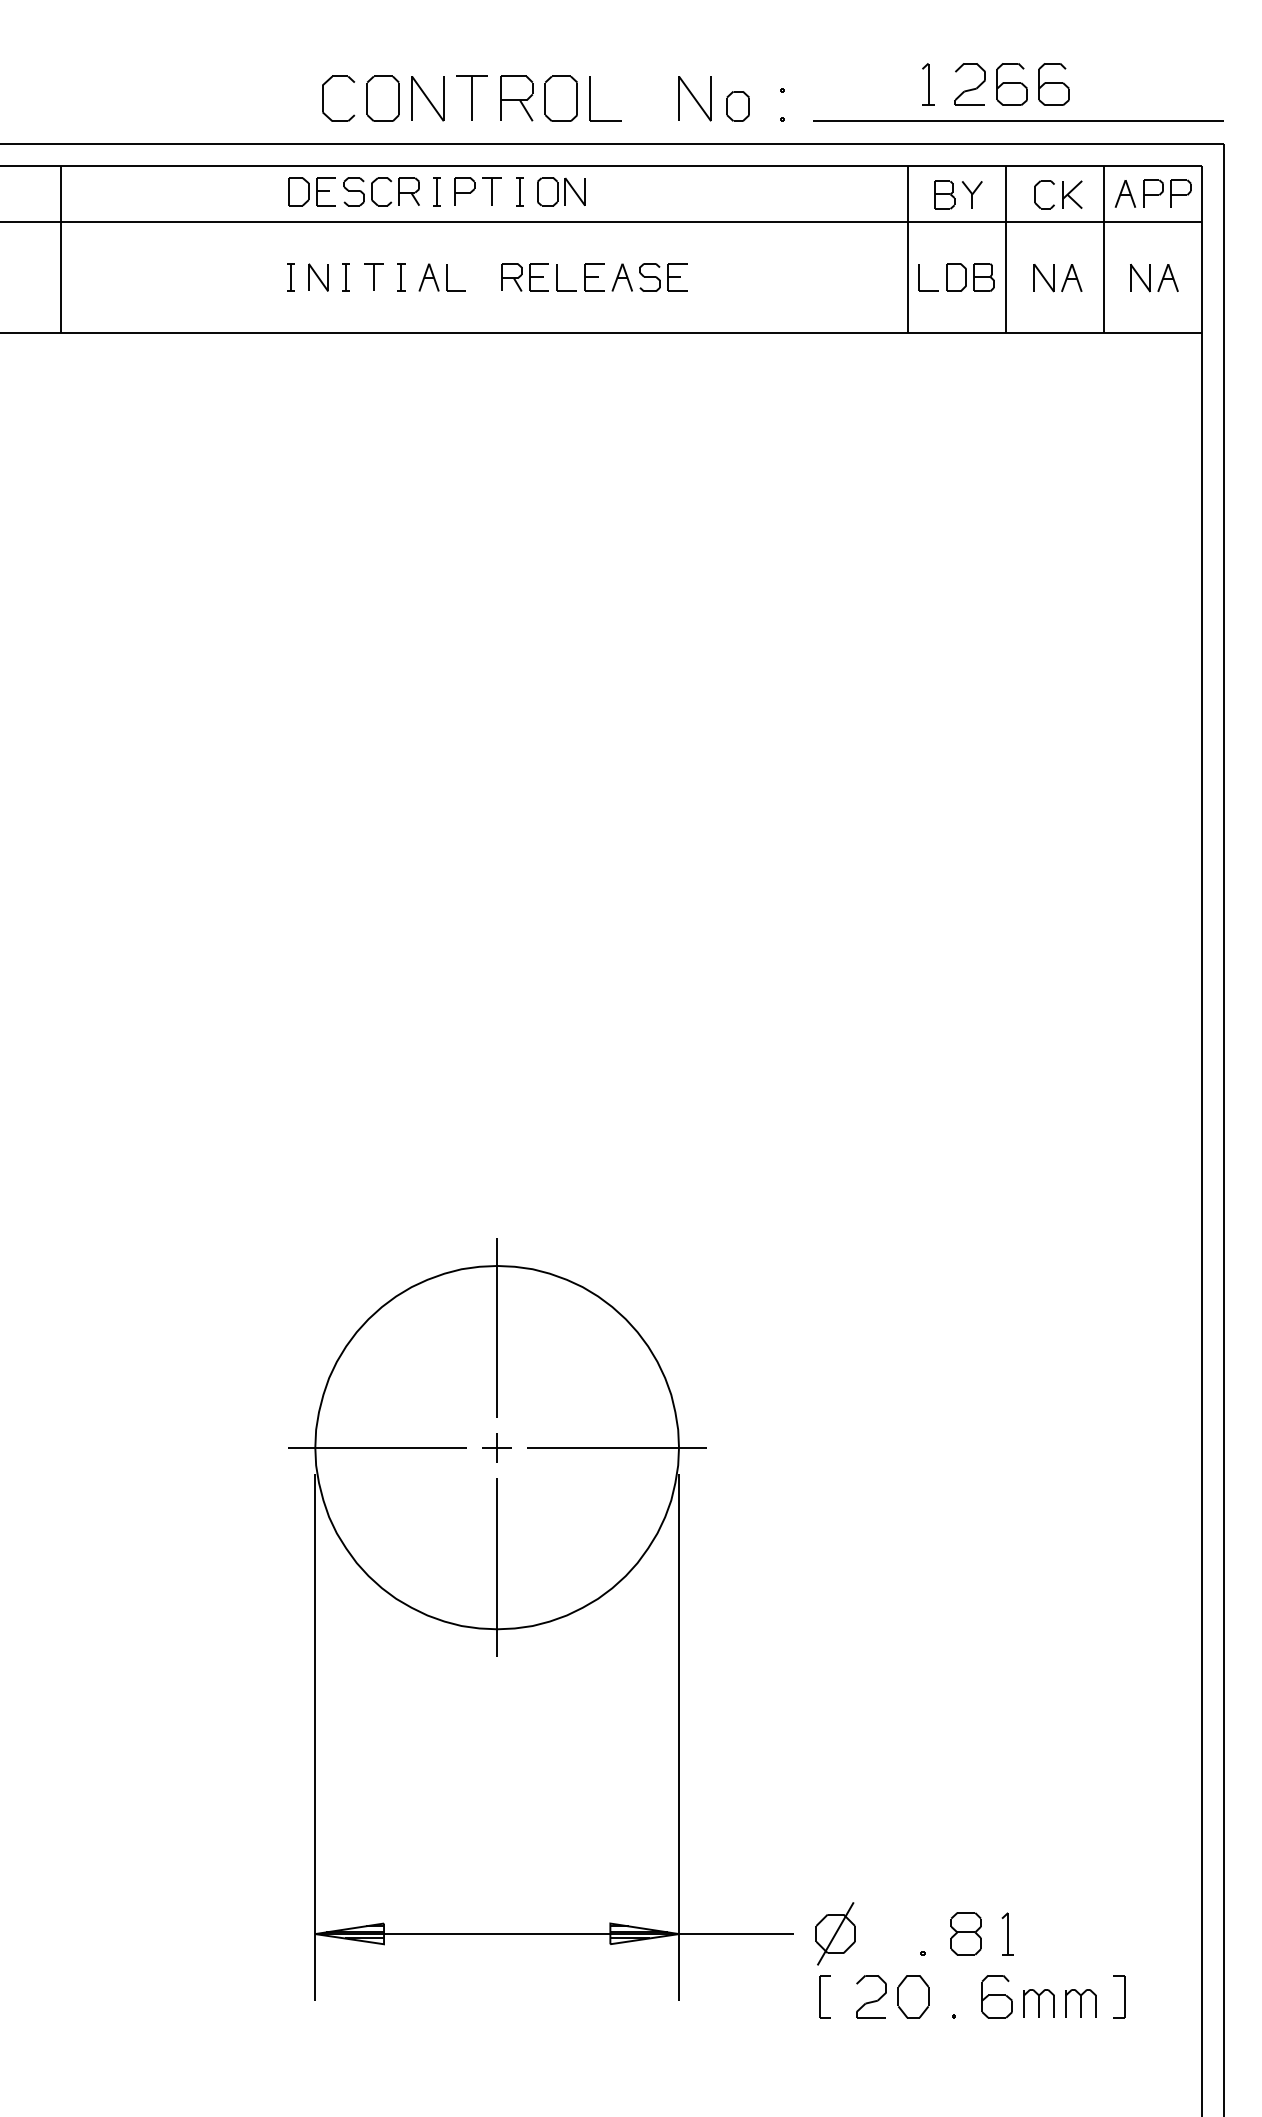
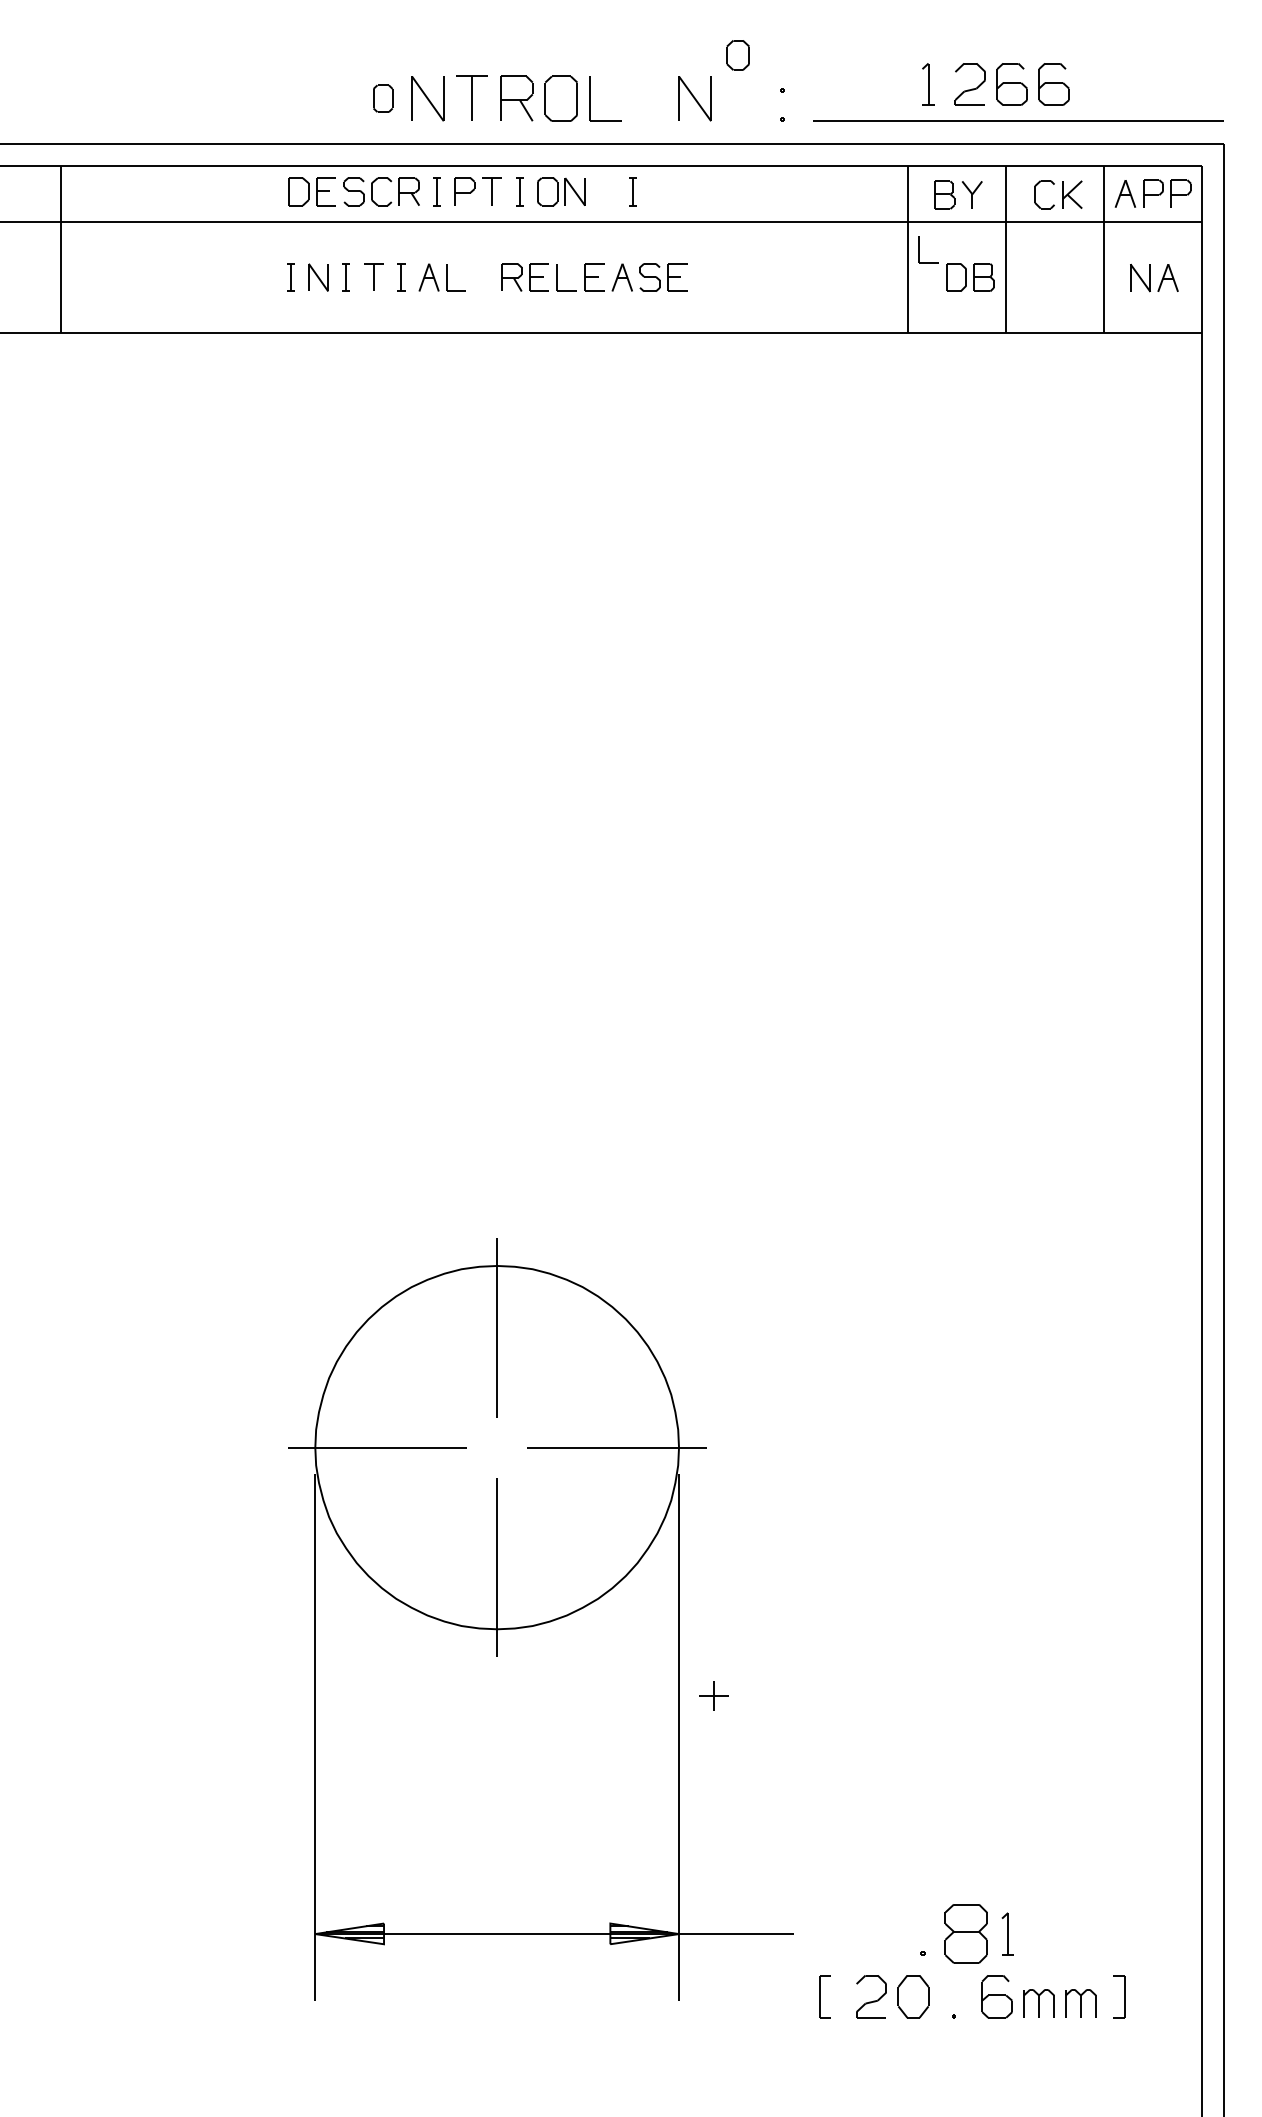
part at (323, 98): present -> none
part at (382, 98) size: 34x47 px -> 21x29 px
part at (737, 106) position: (737, 106) -> (737, 55)
part at (632, 191): none -> present
part at (919, 277) position: (919, 277) -> (919, 249)
part at (1057, 278): present -> none
part at (496, 1447) position: (496, 1447) -> (713, 1695)
part at (835, 1933): present -> none
part at (965, 1933) size: 32x44 px -> 44x60 px
